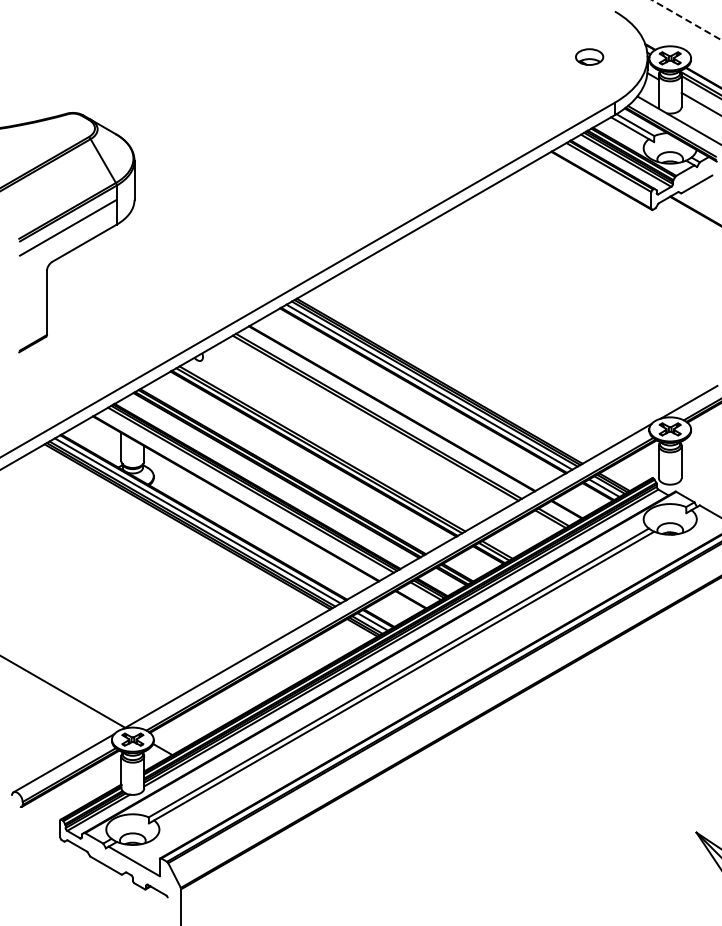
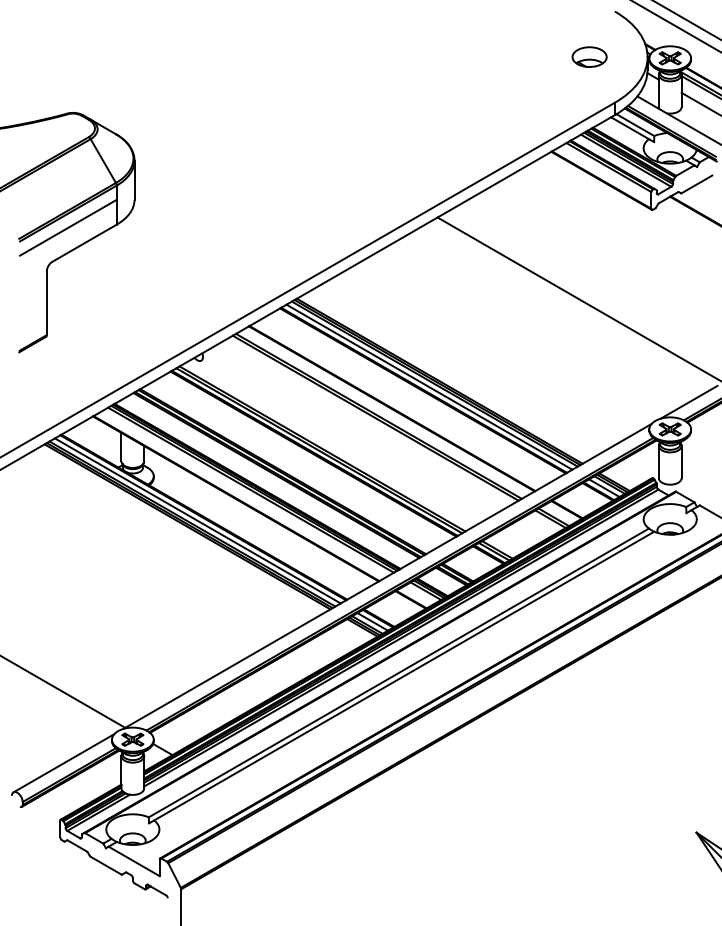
line at (686, 20): dashed -> solid
line at (676, 26): none -> present
part at (589, 56) size: 30x18 px -> 37x22 px
line at (577, 298): none -> present
